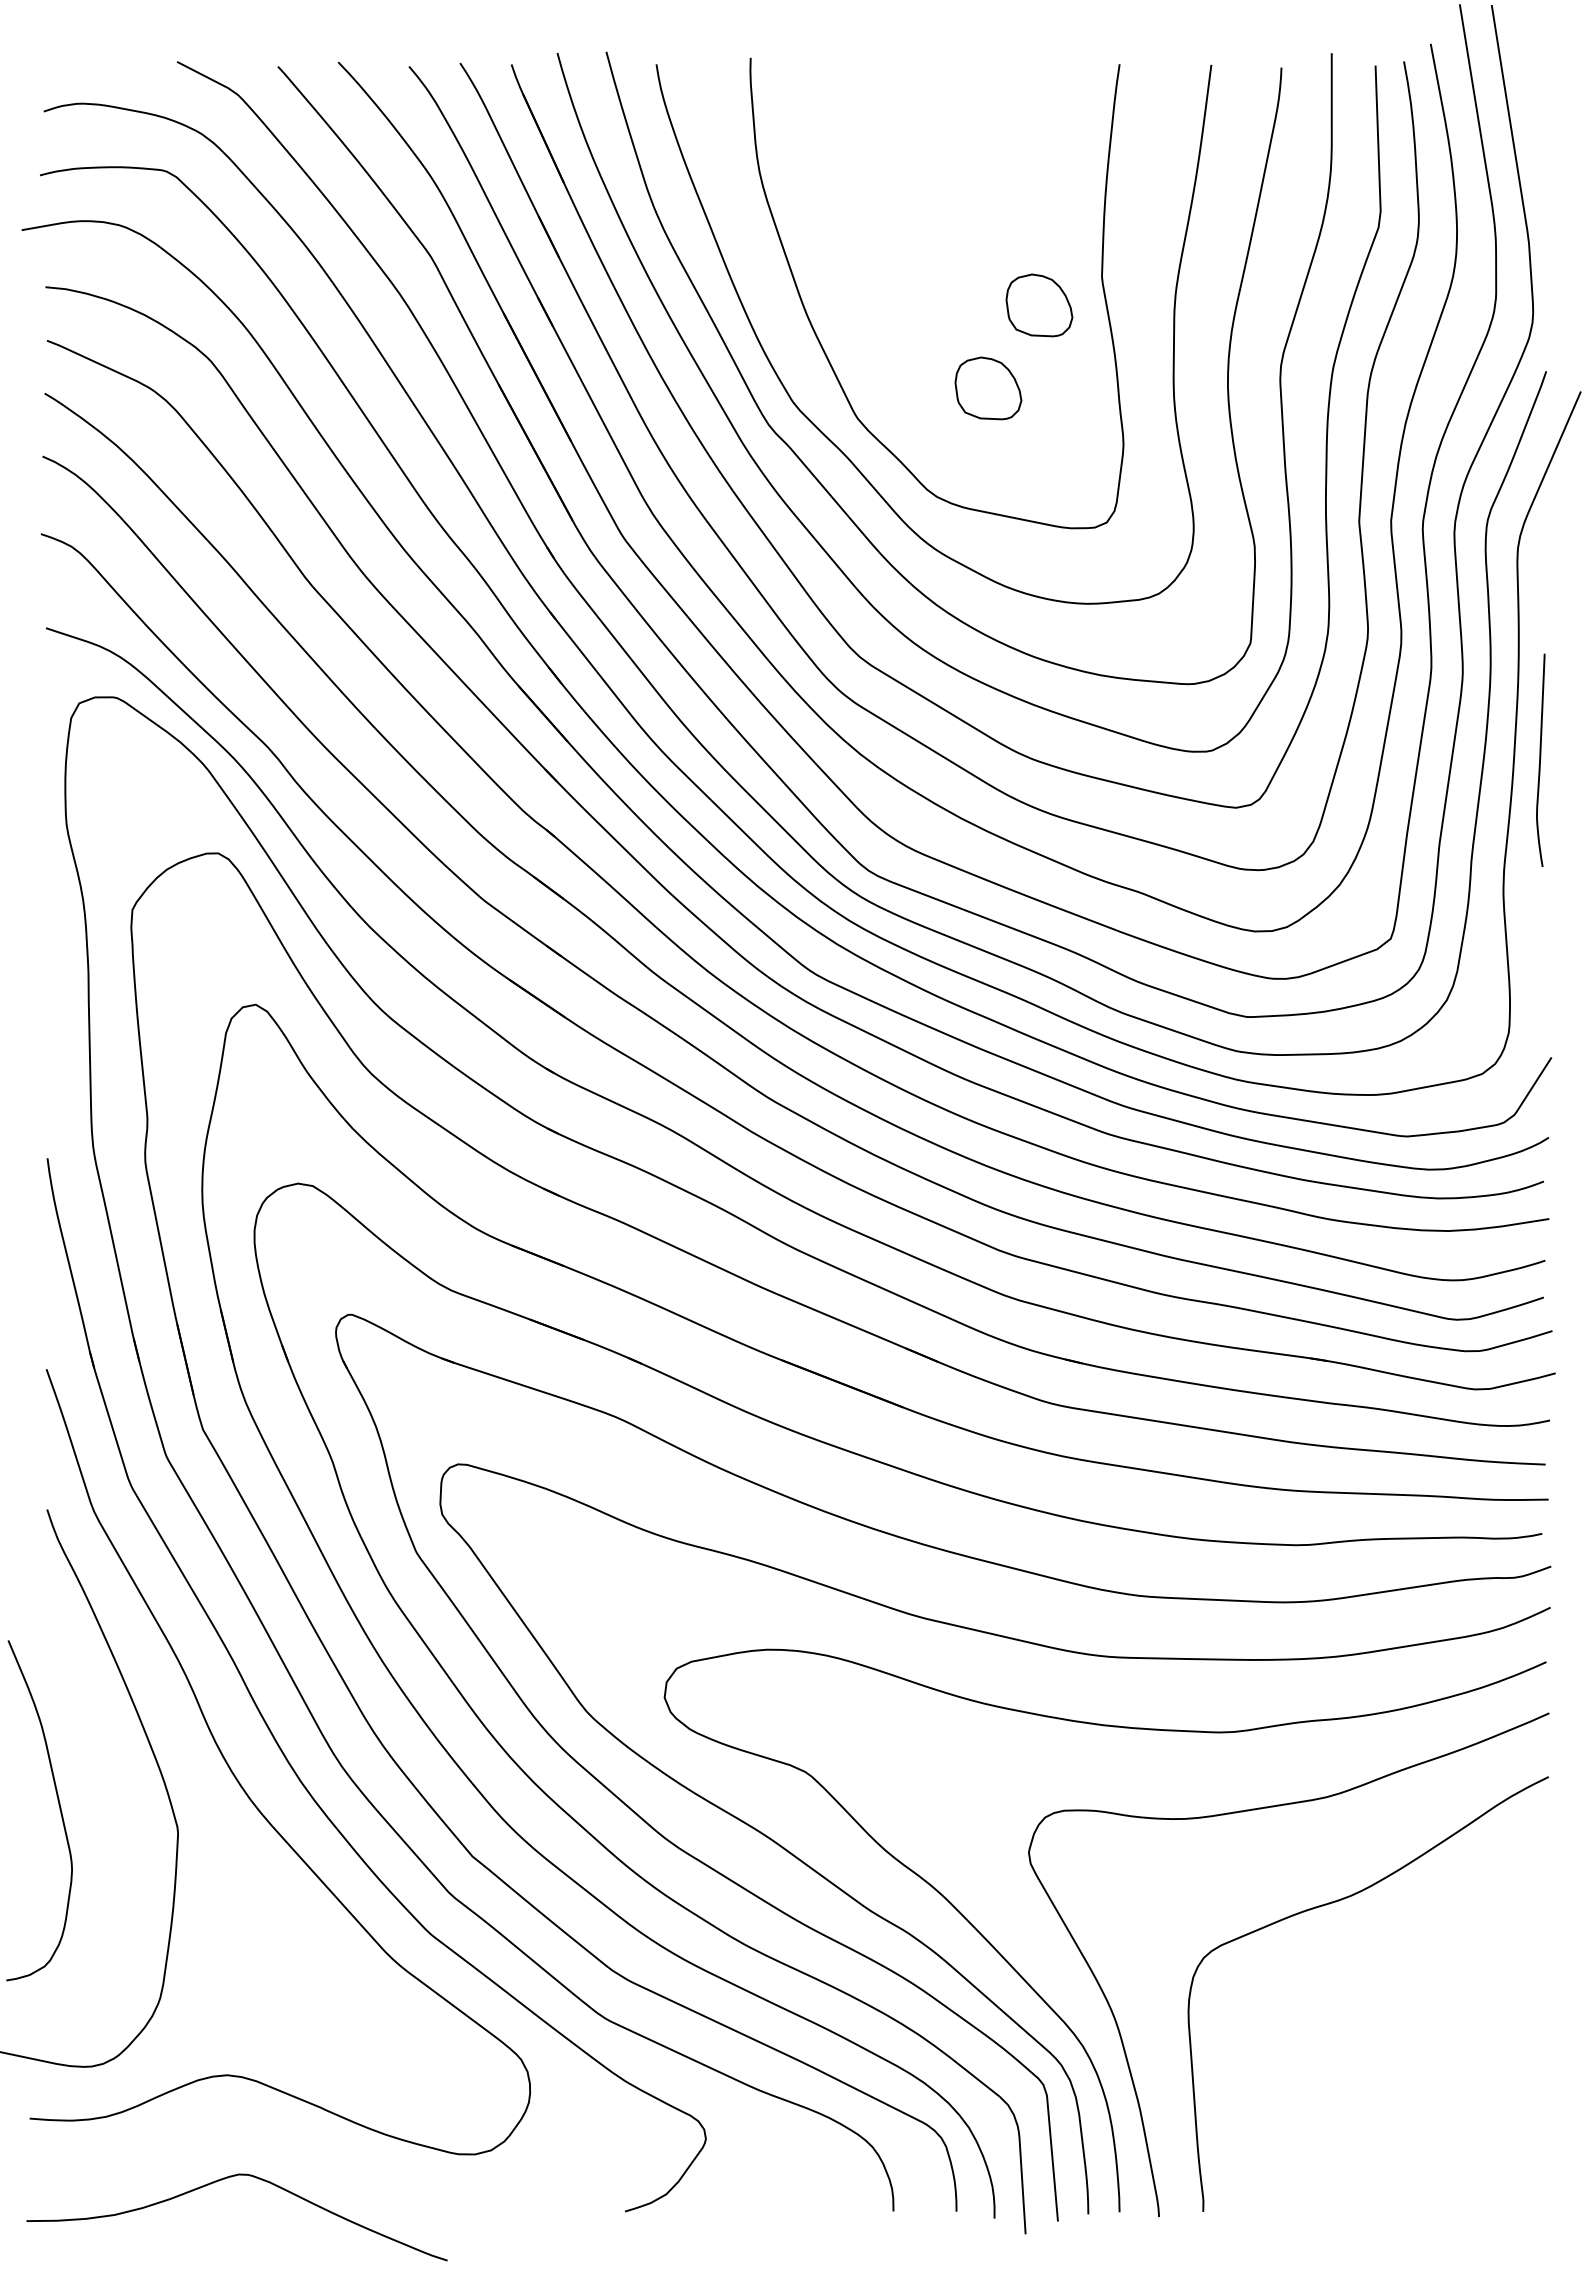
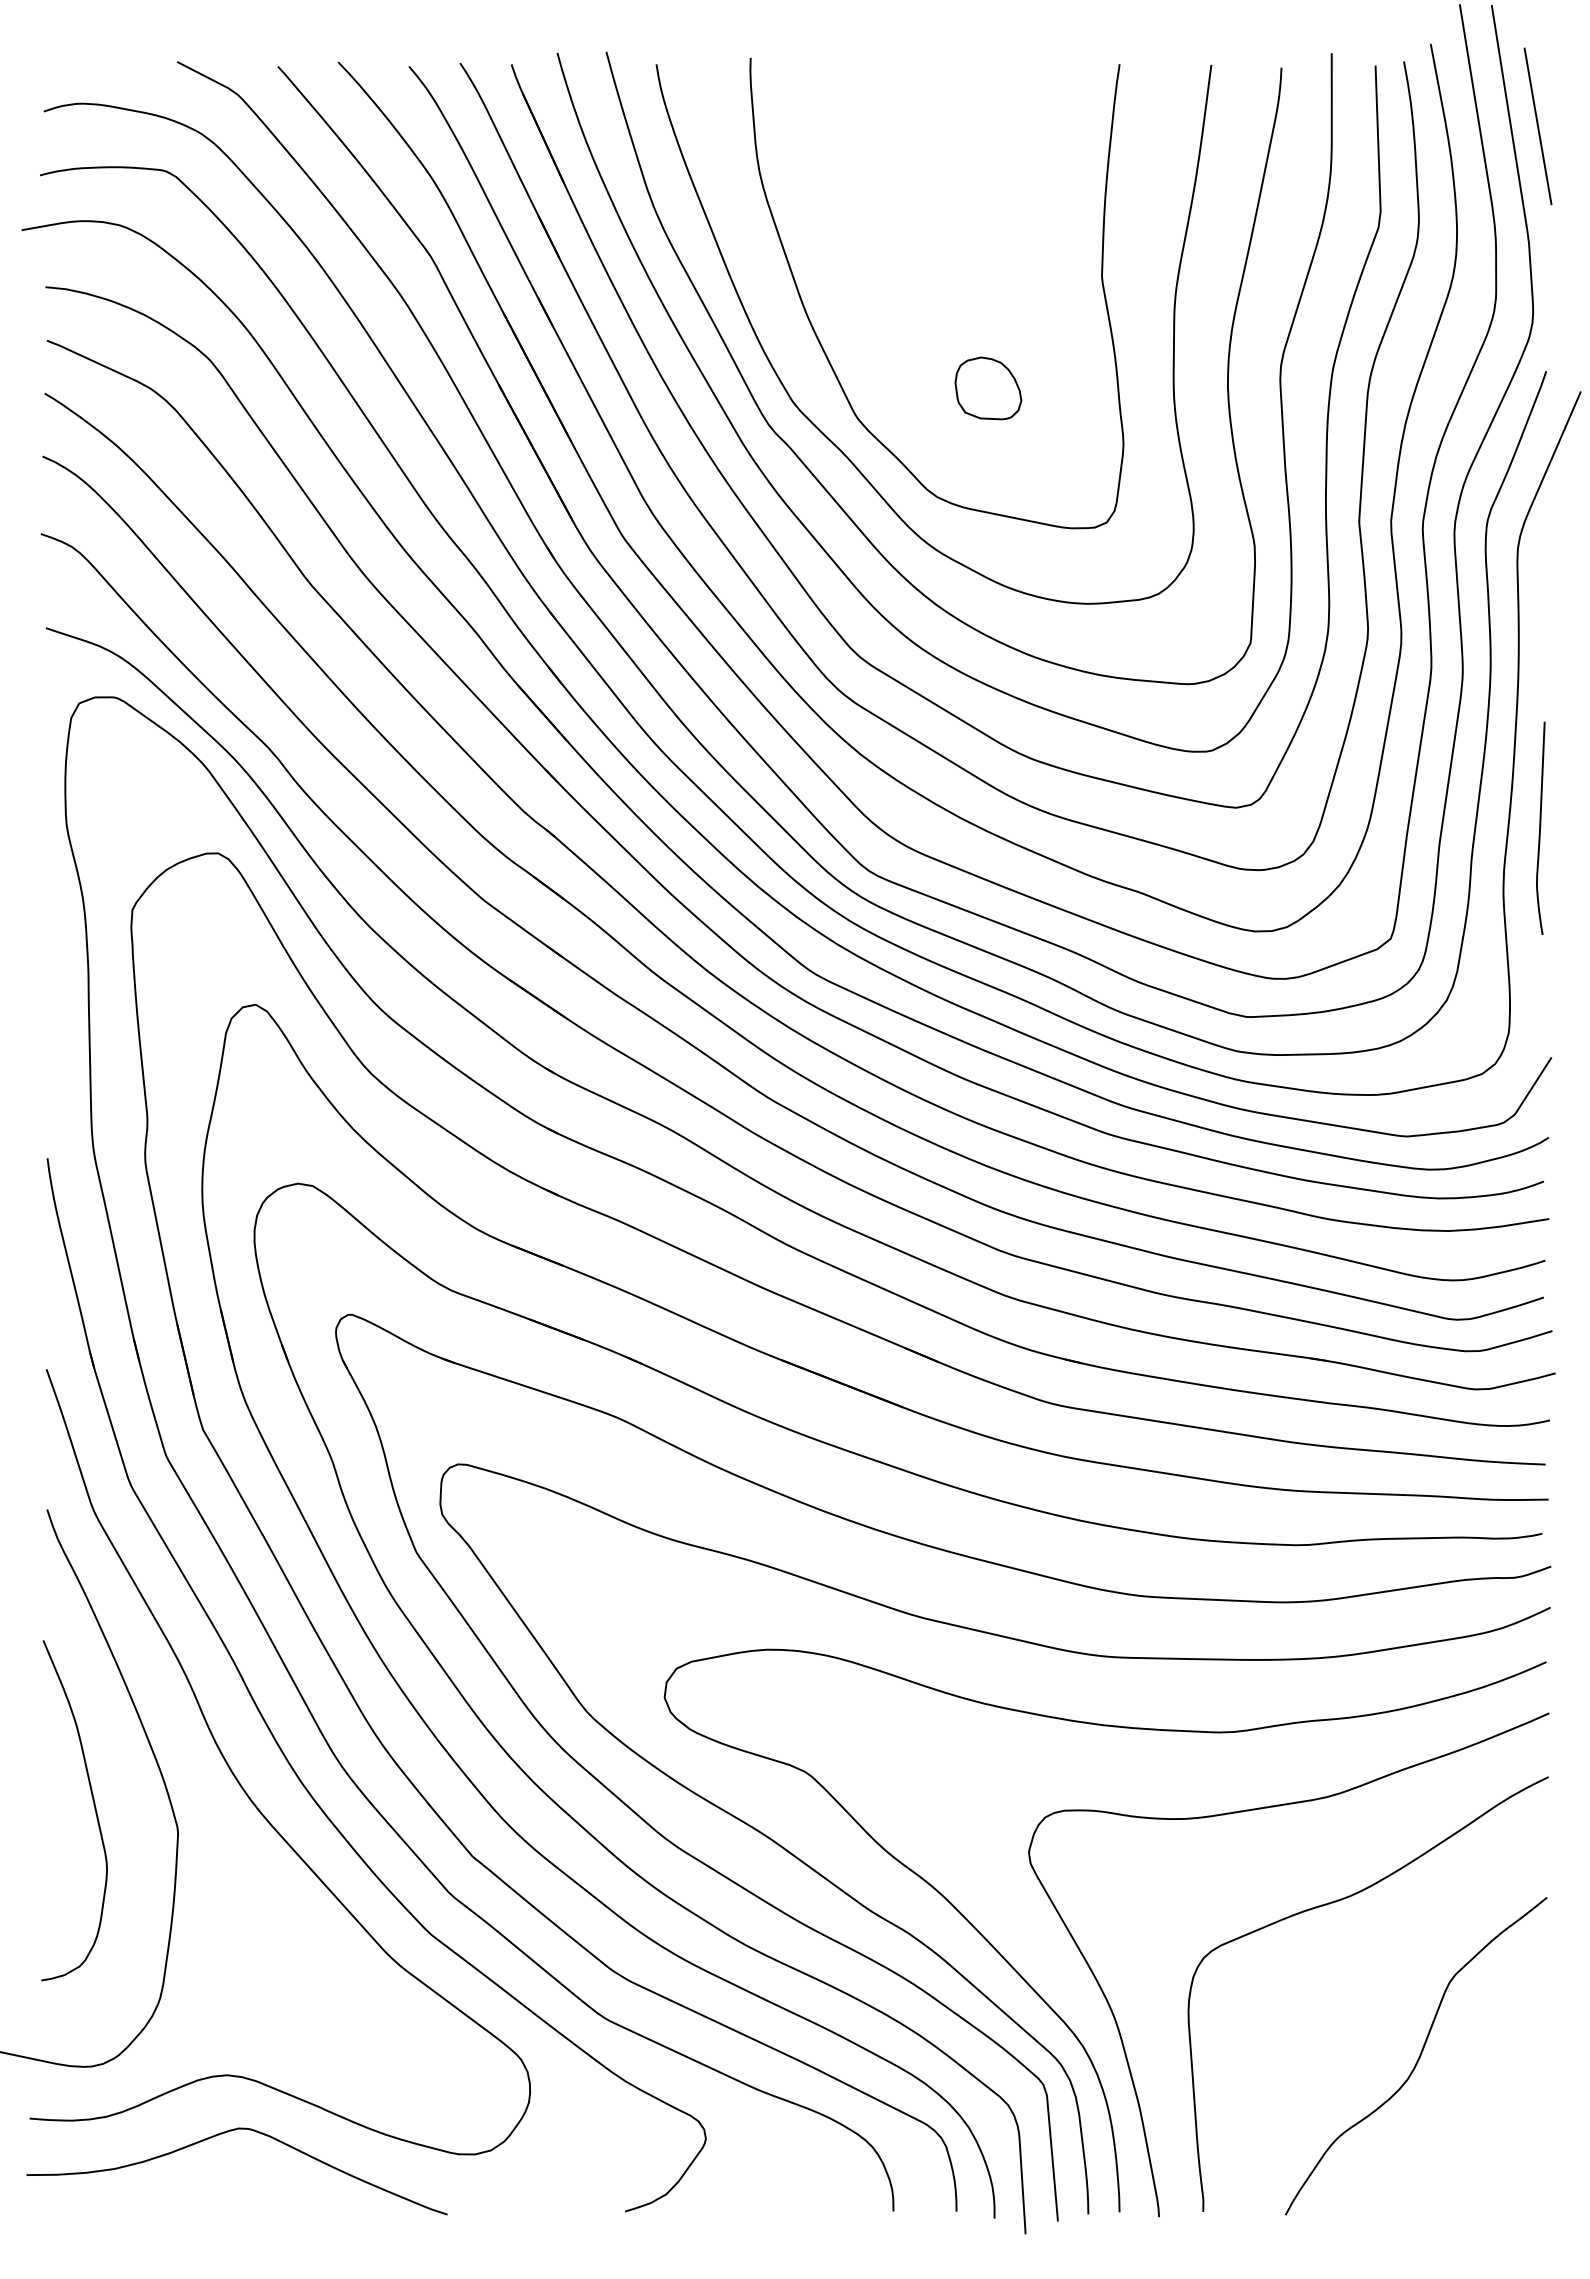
line at (1537, 126): none -> present
part at (1039, 305): present -> none
curve at (1540, 759) position: (1540, 759) -> (1540, 827)
curve at (58, 1805) position: (58, 1805) -> (93, 1805)
curve at (1418, 2057): none -> present
curve at (225, 2179) position: (225, 2179) -> (225, 2133)
